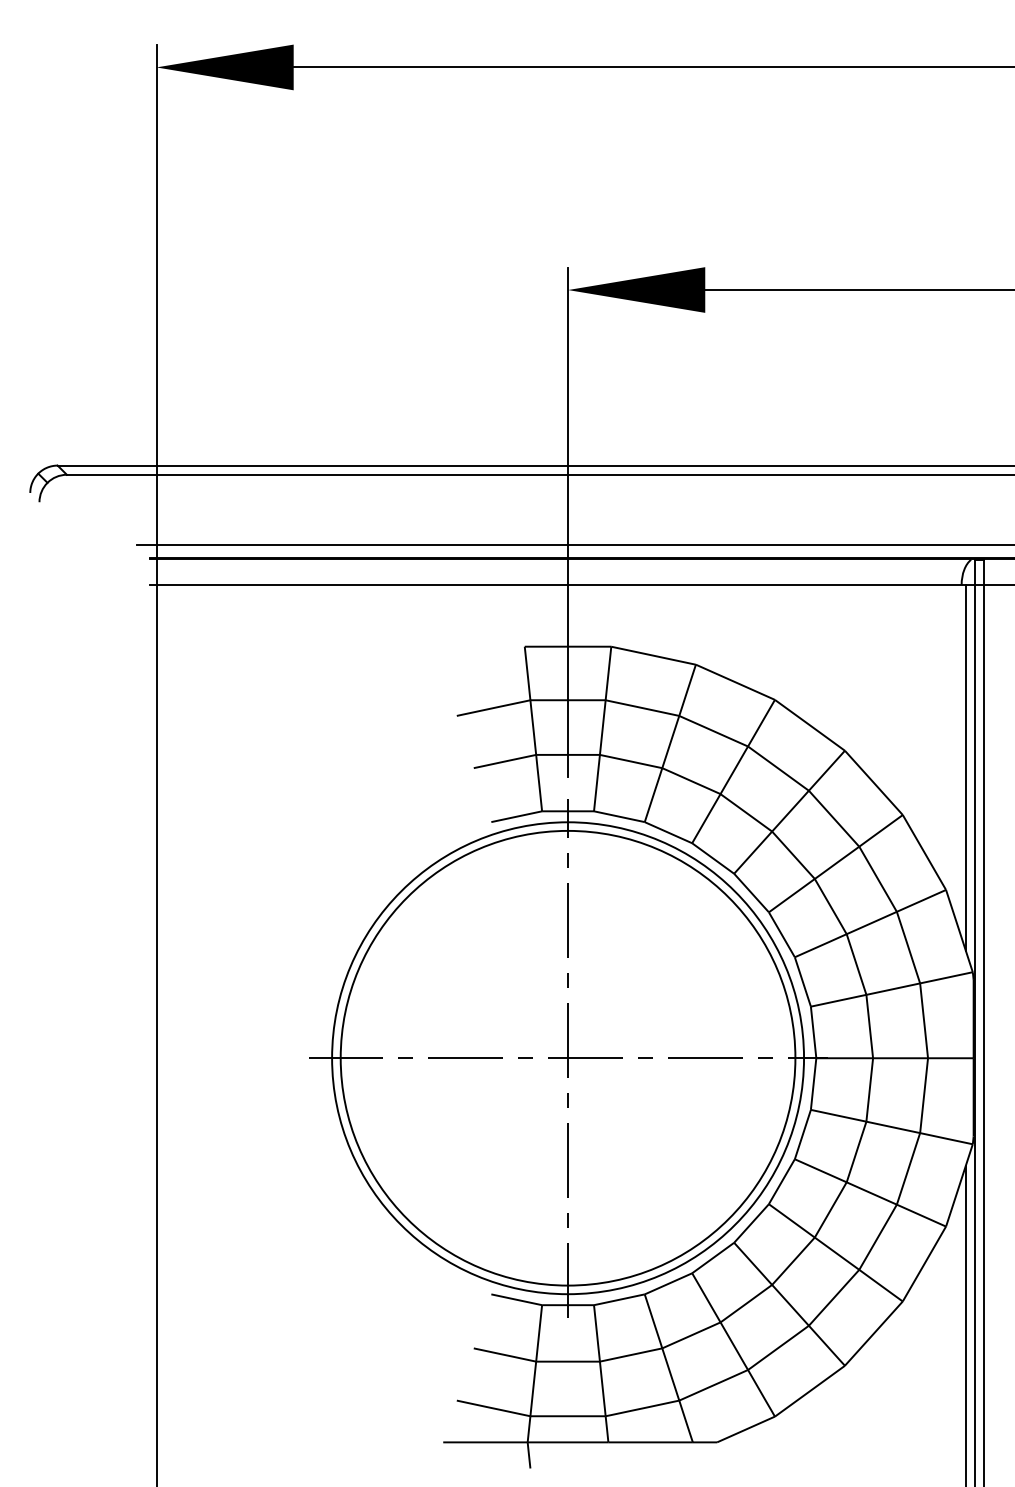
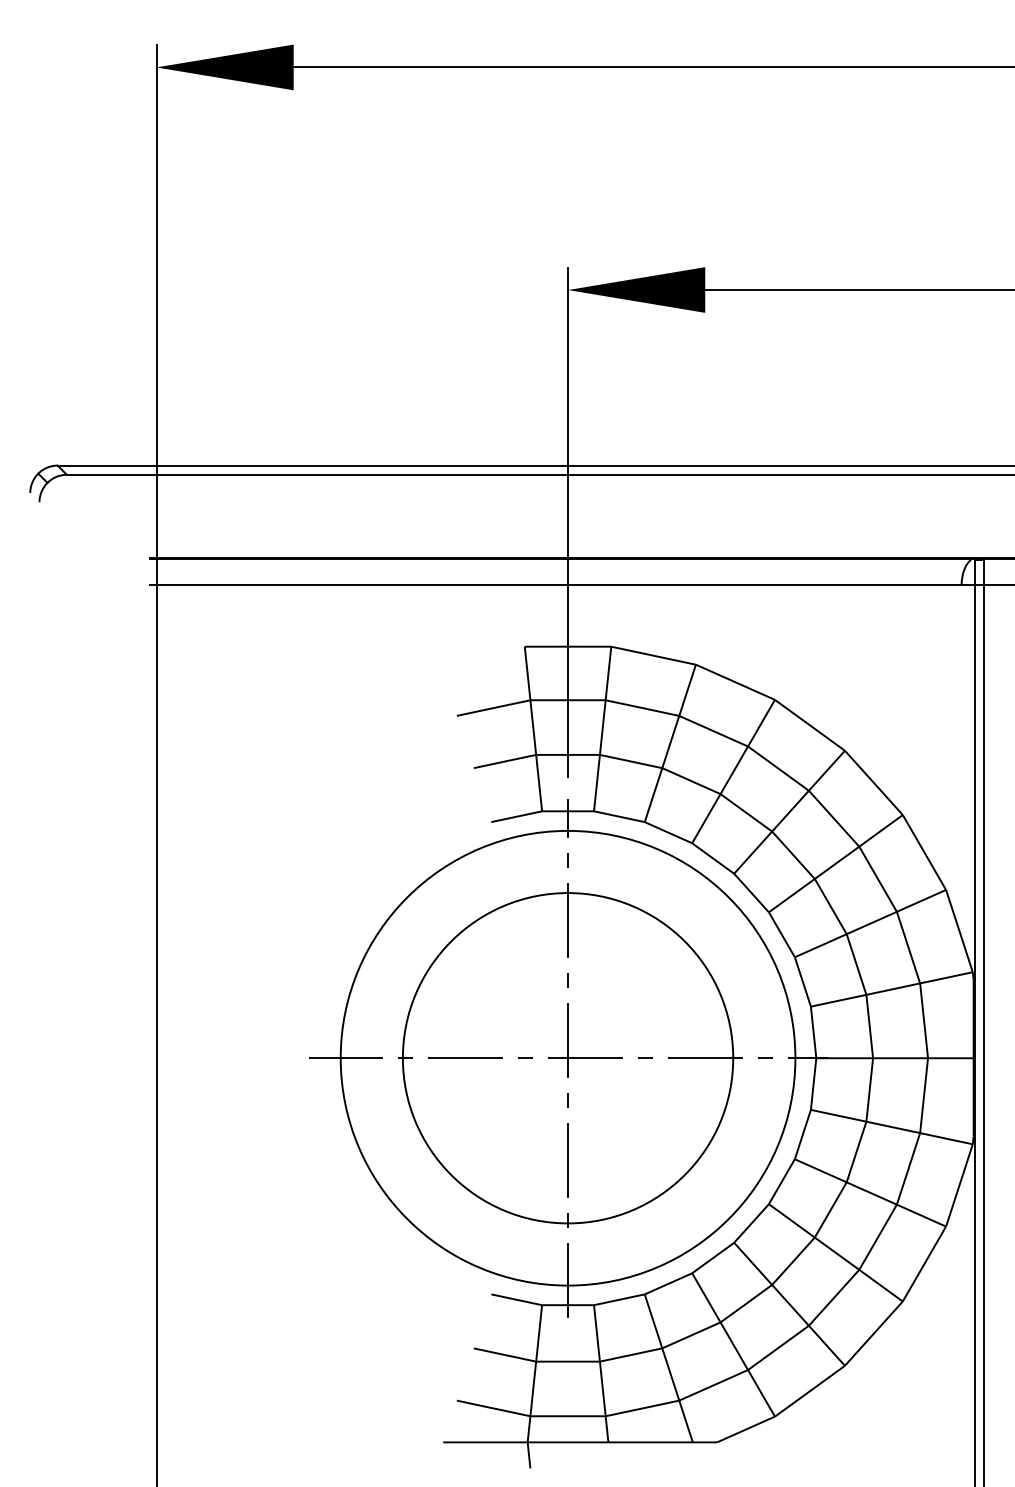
line at (574, 545): present -> none
line at (965, 767): present -> none
circle at (568, 1058) diameter: 472 px -> 330 px
line at (965, 1324): present -> none
